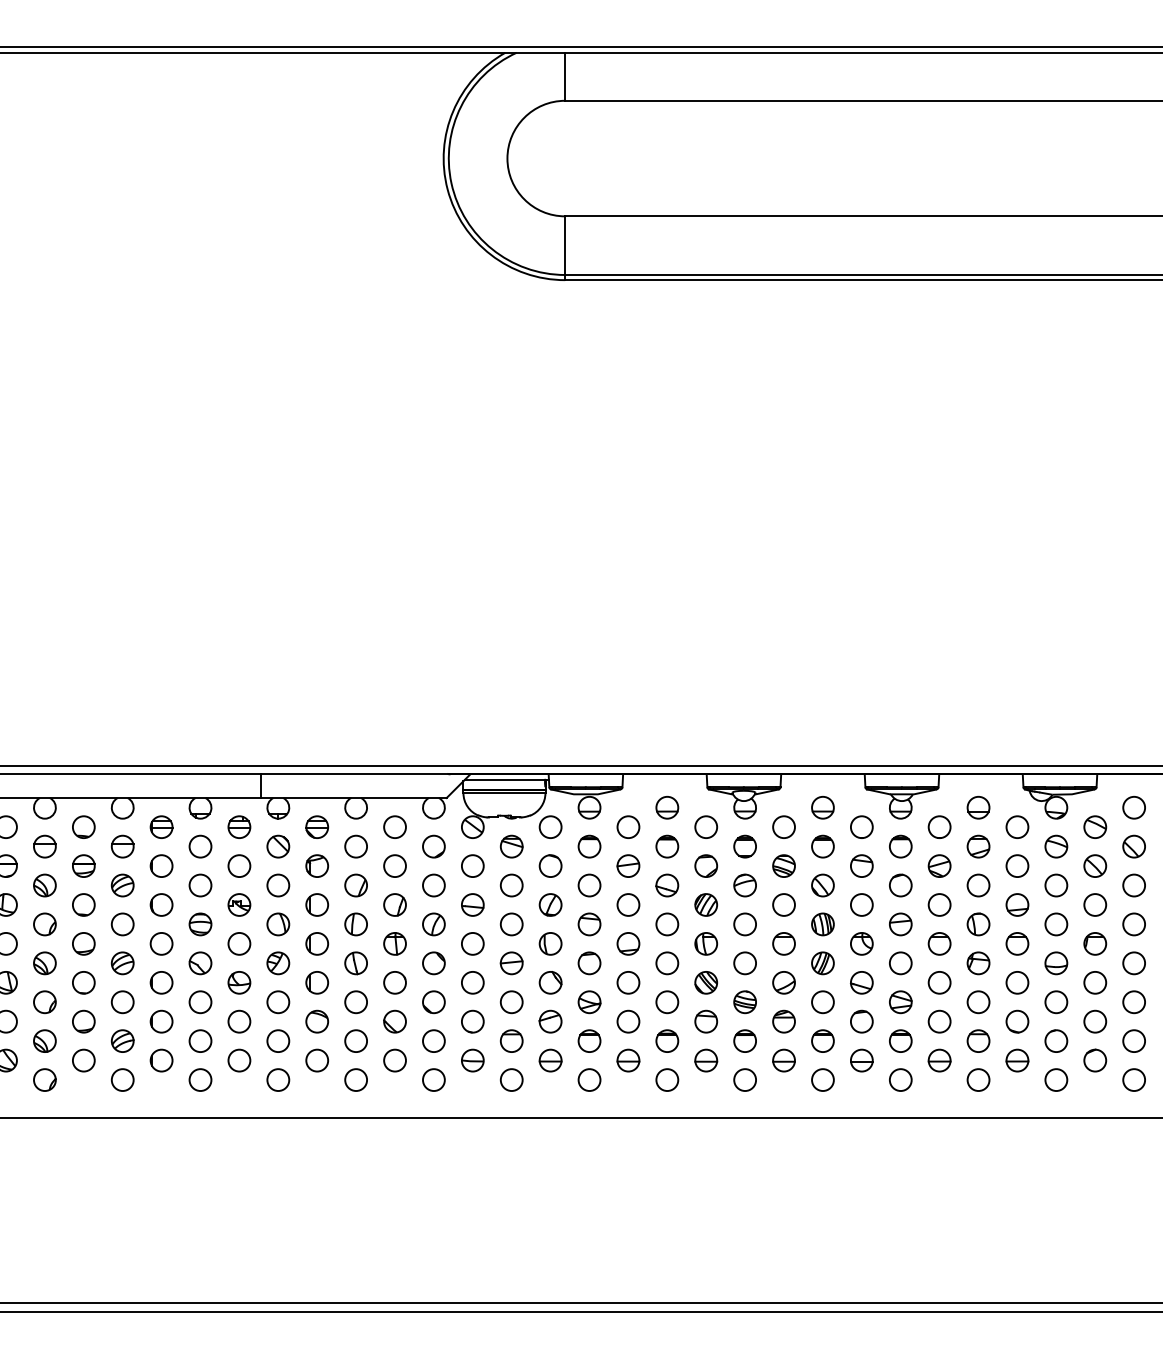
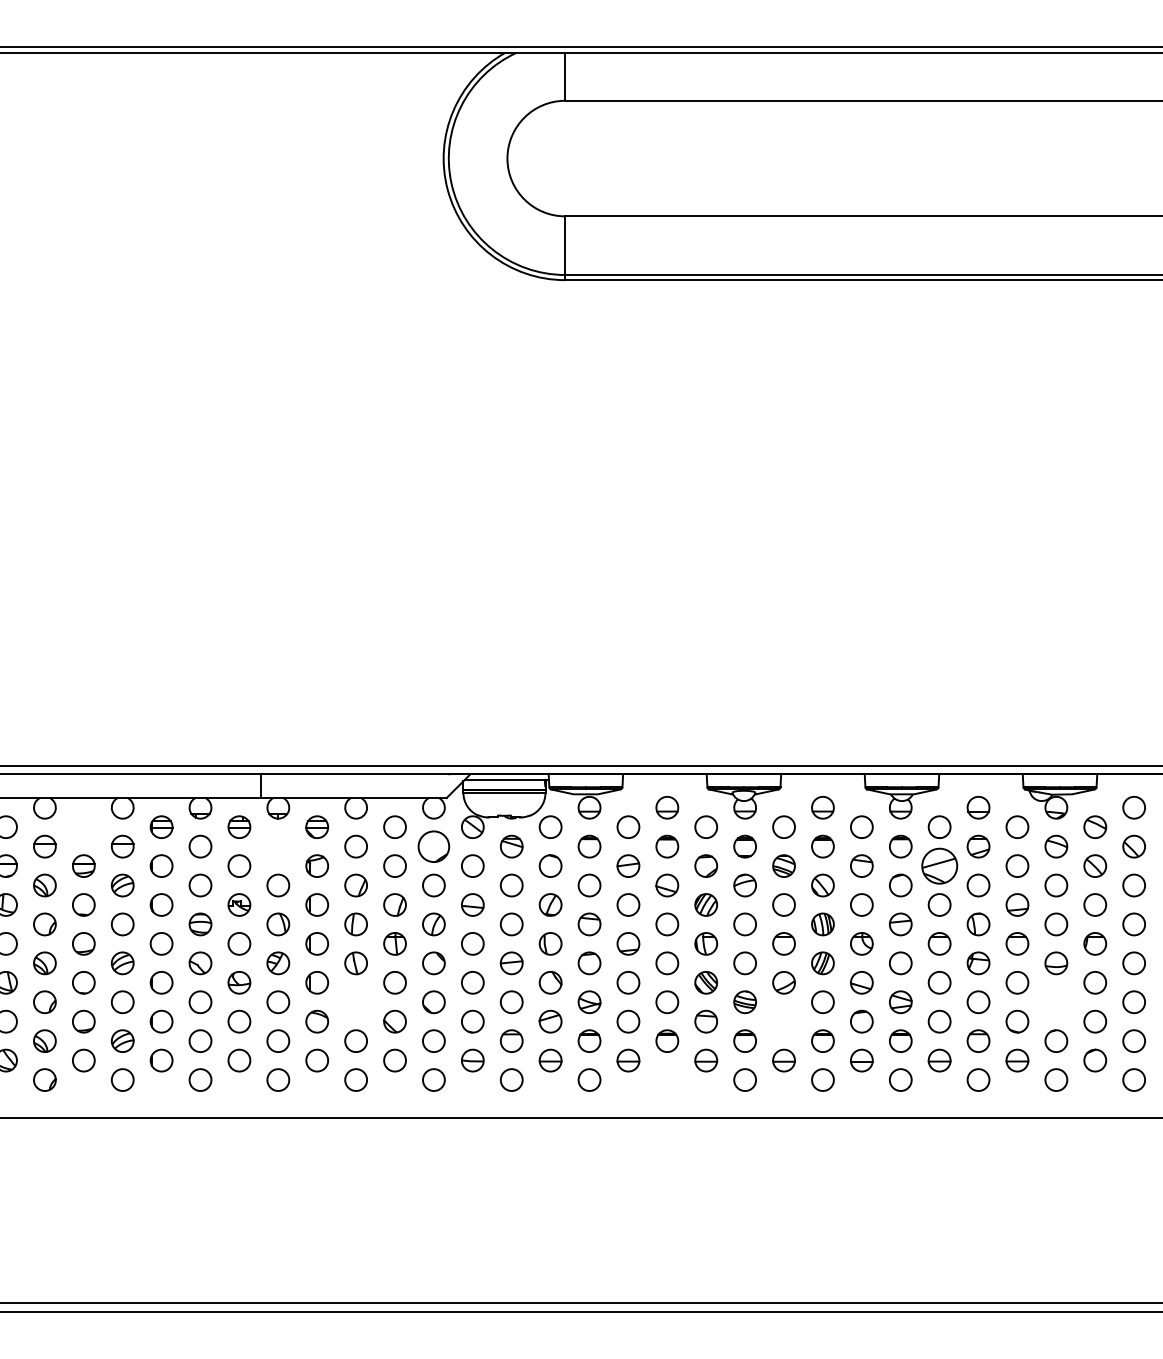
circle at (83, 826): present -> none
part at (278, 846): present -> none
part at (433, 846) size: 24x25 px -> 34x33 px
part at (939, 865) size: 25x24 px -> 38x38 px
circle at (355, 1002): present -> none
circle at (1056, 1002): present -> none
part at (783, 1021): present -> none
circle at (667, 1079): present -> none
